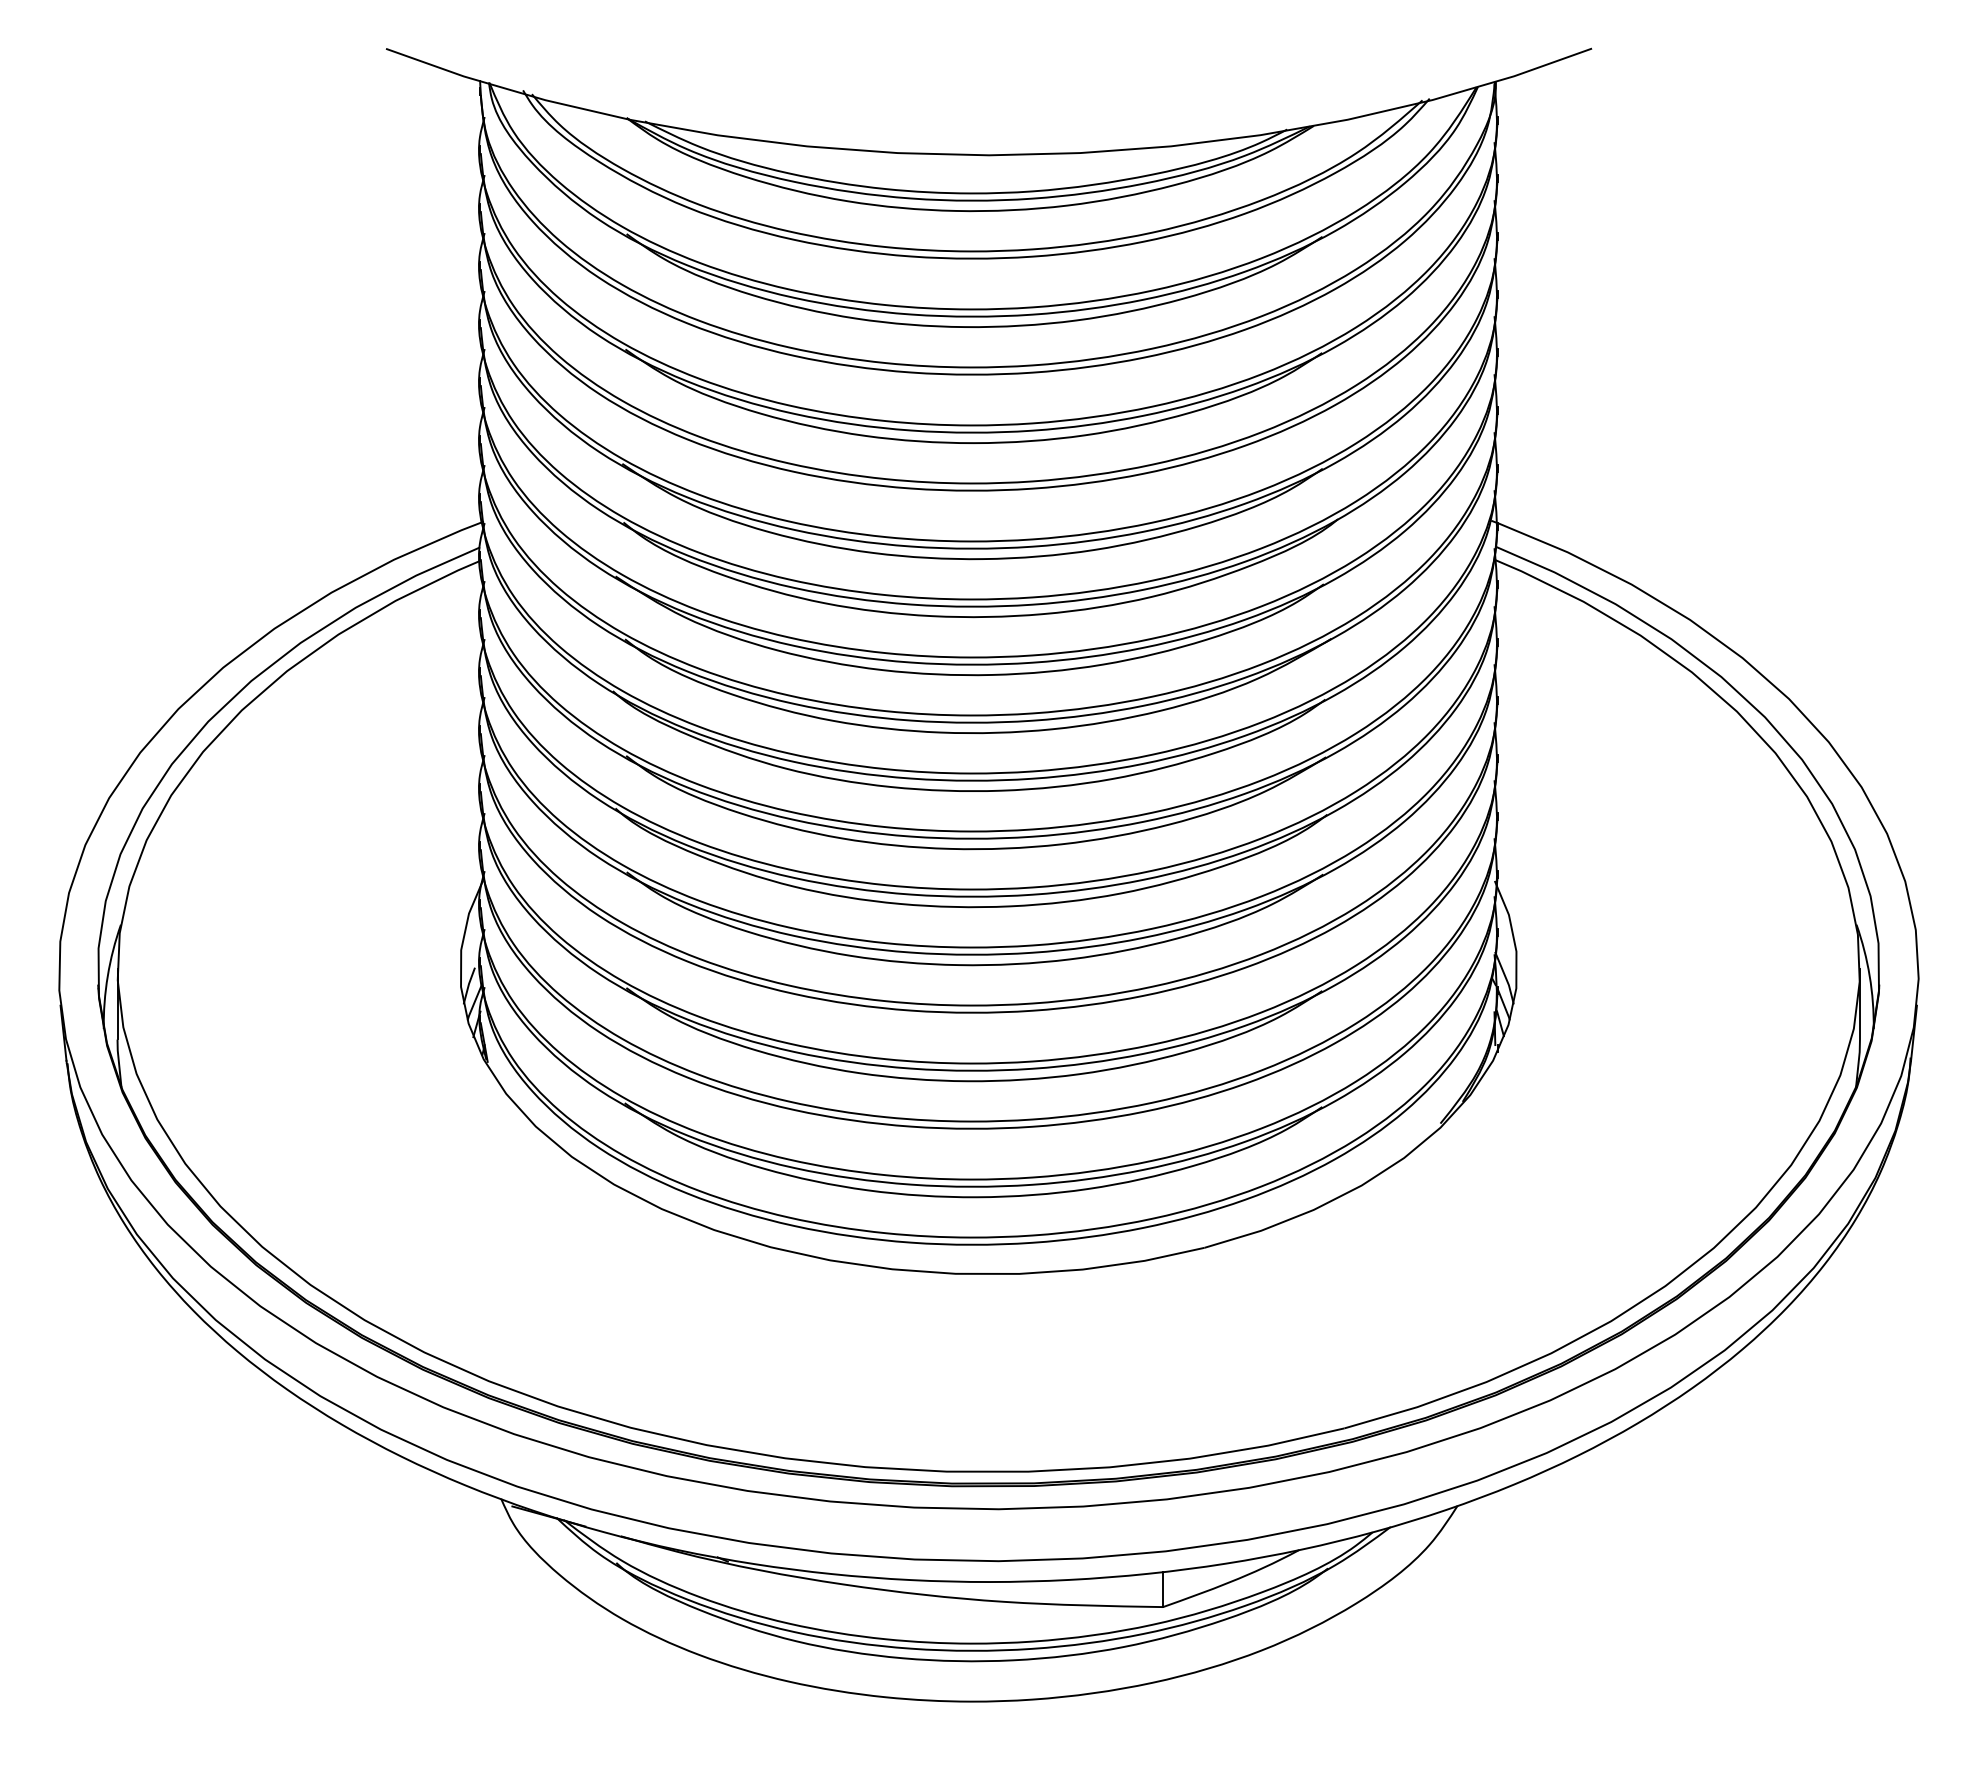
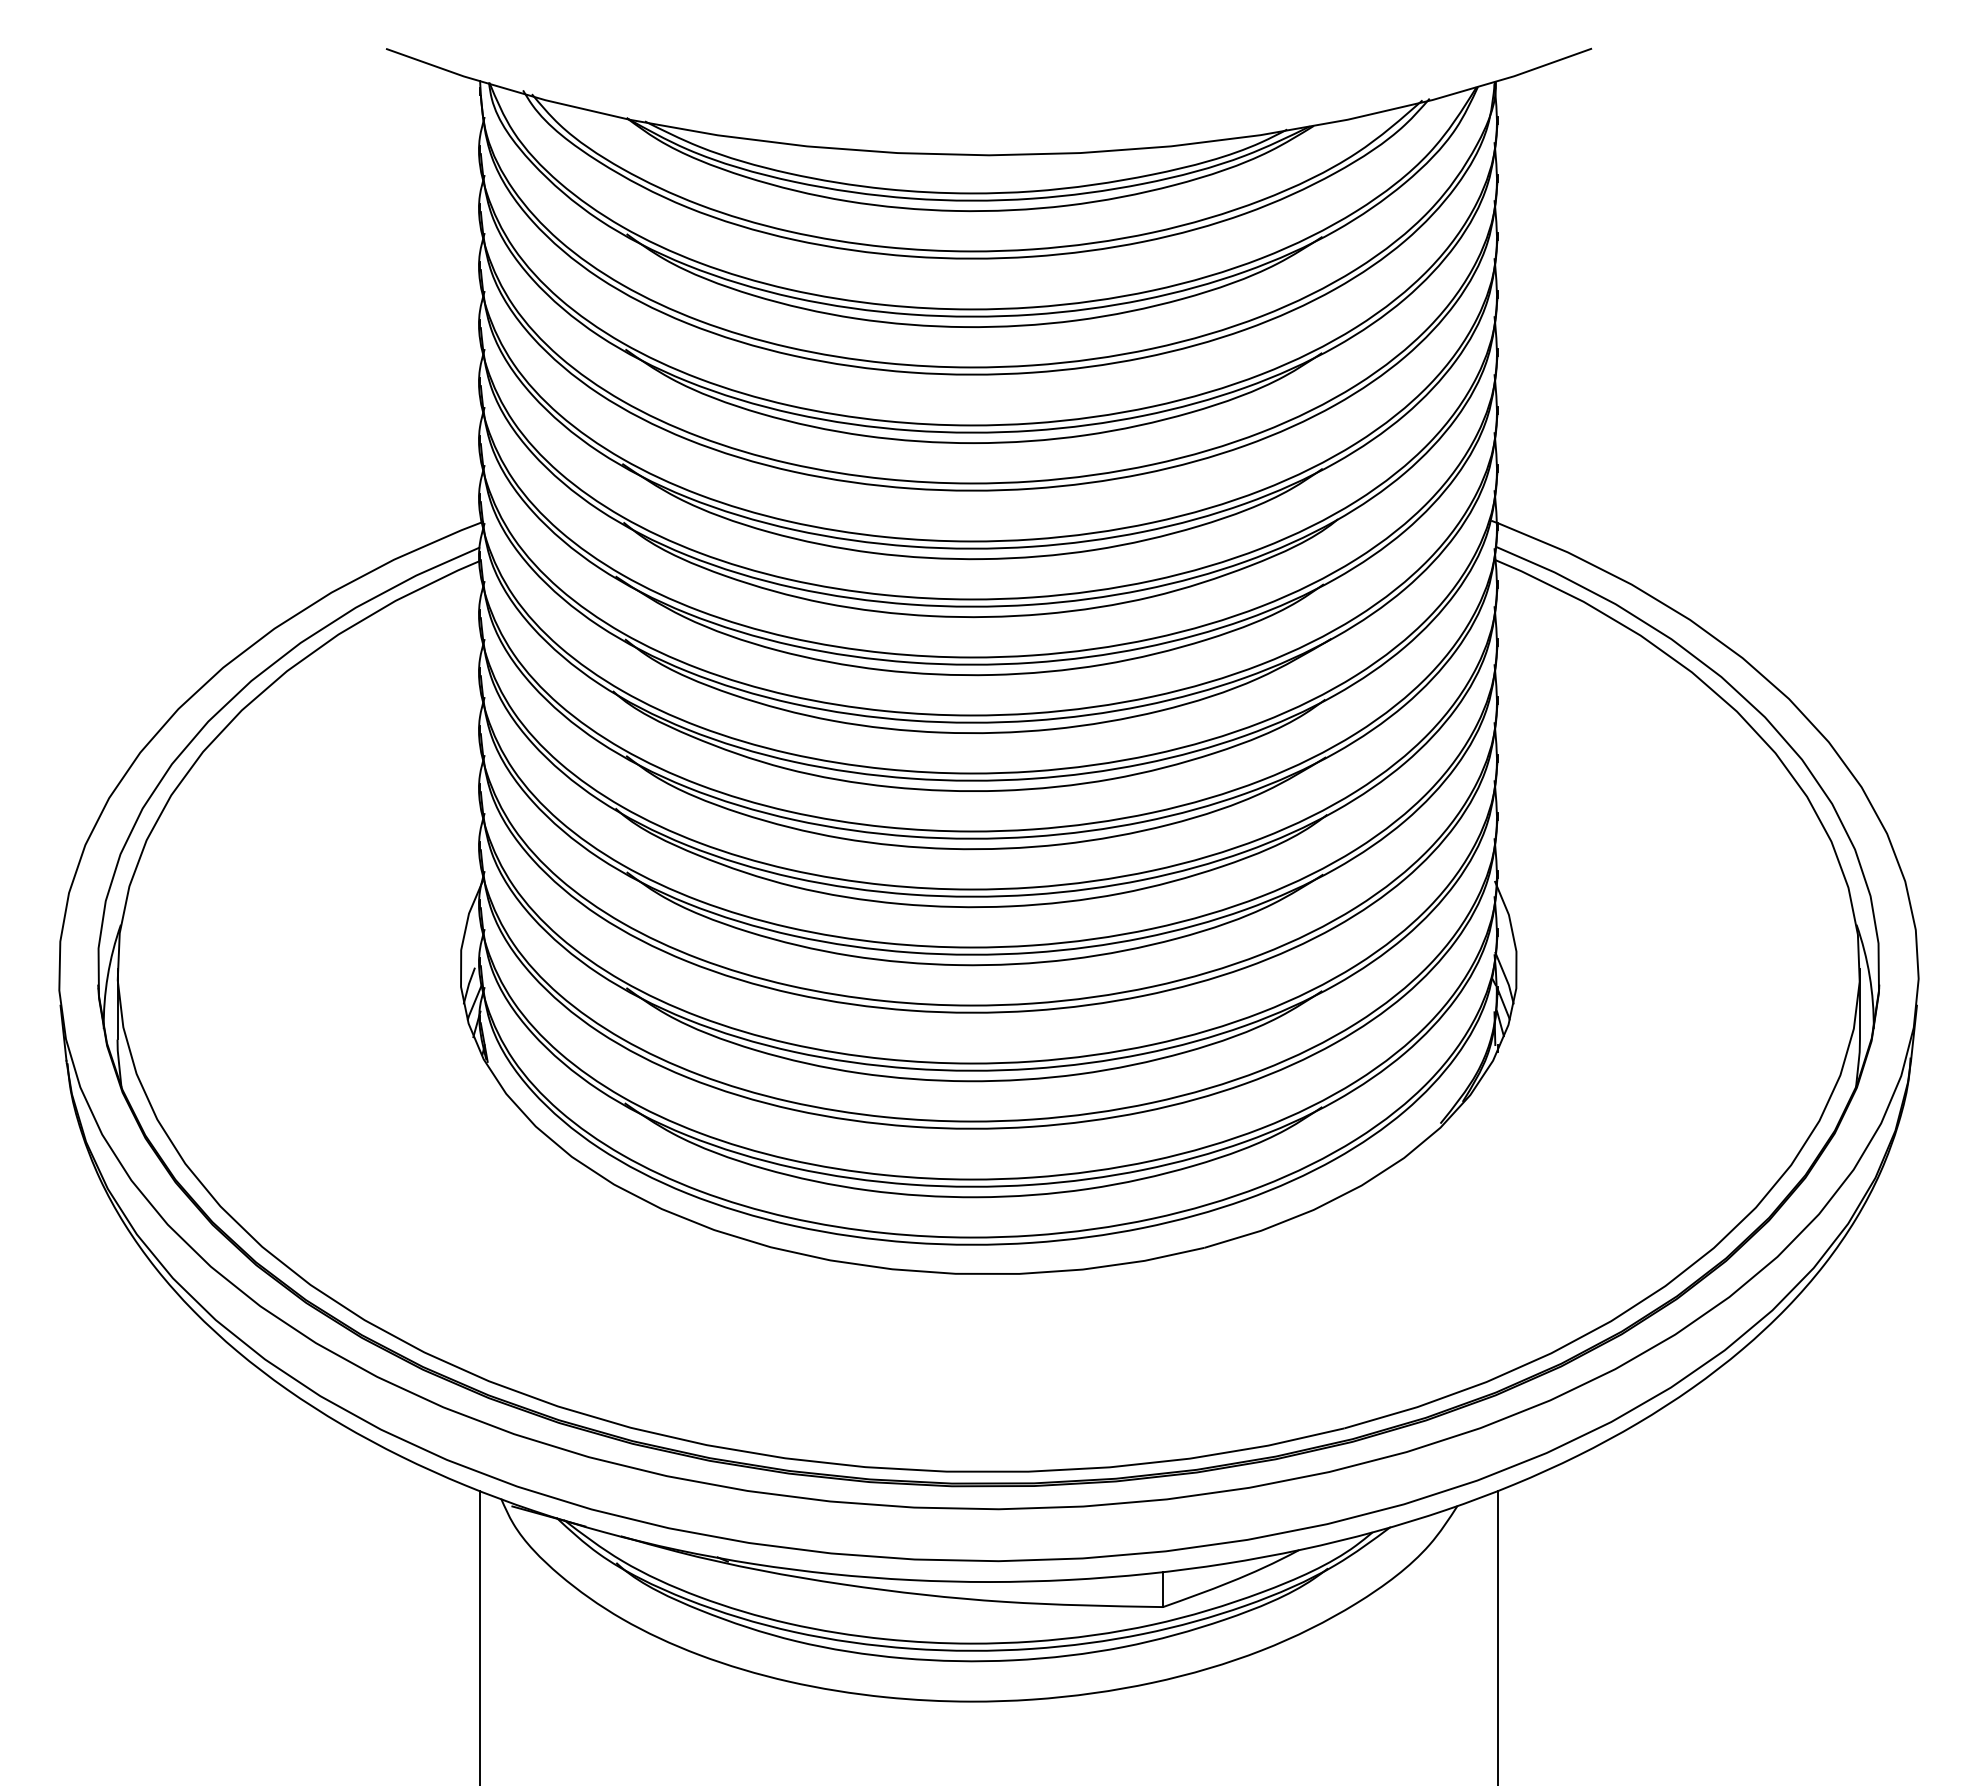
line at (479, 1636): none -> present
line at (1497, 1636): none -> present
